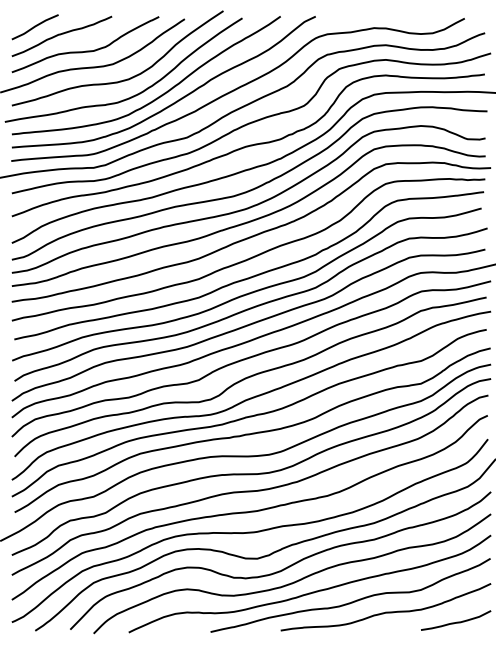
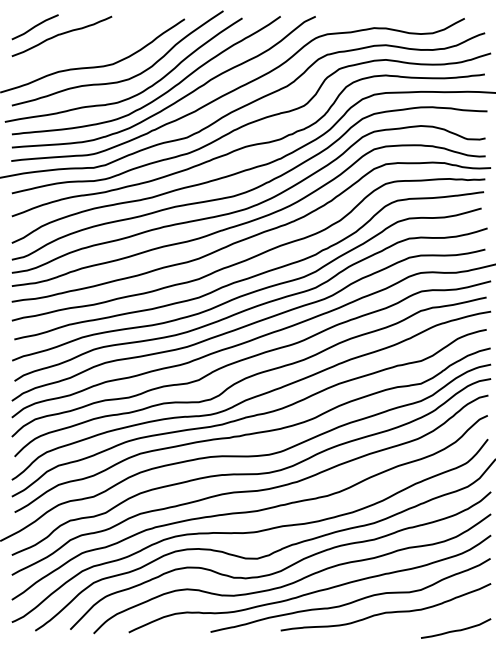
curve at (85, 50): present -> none
curve at (456, 621) position: (456, 621) -> (456, 629)
